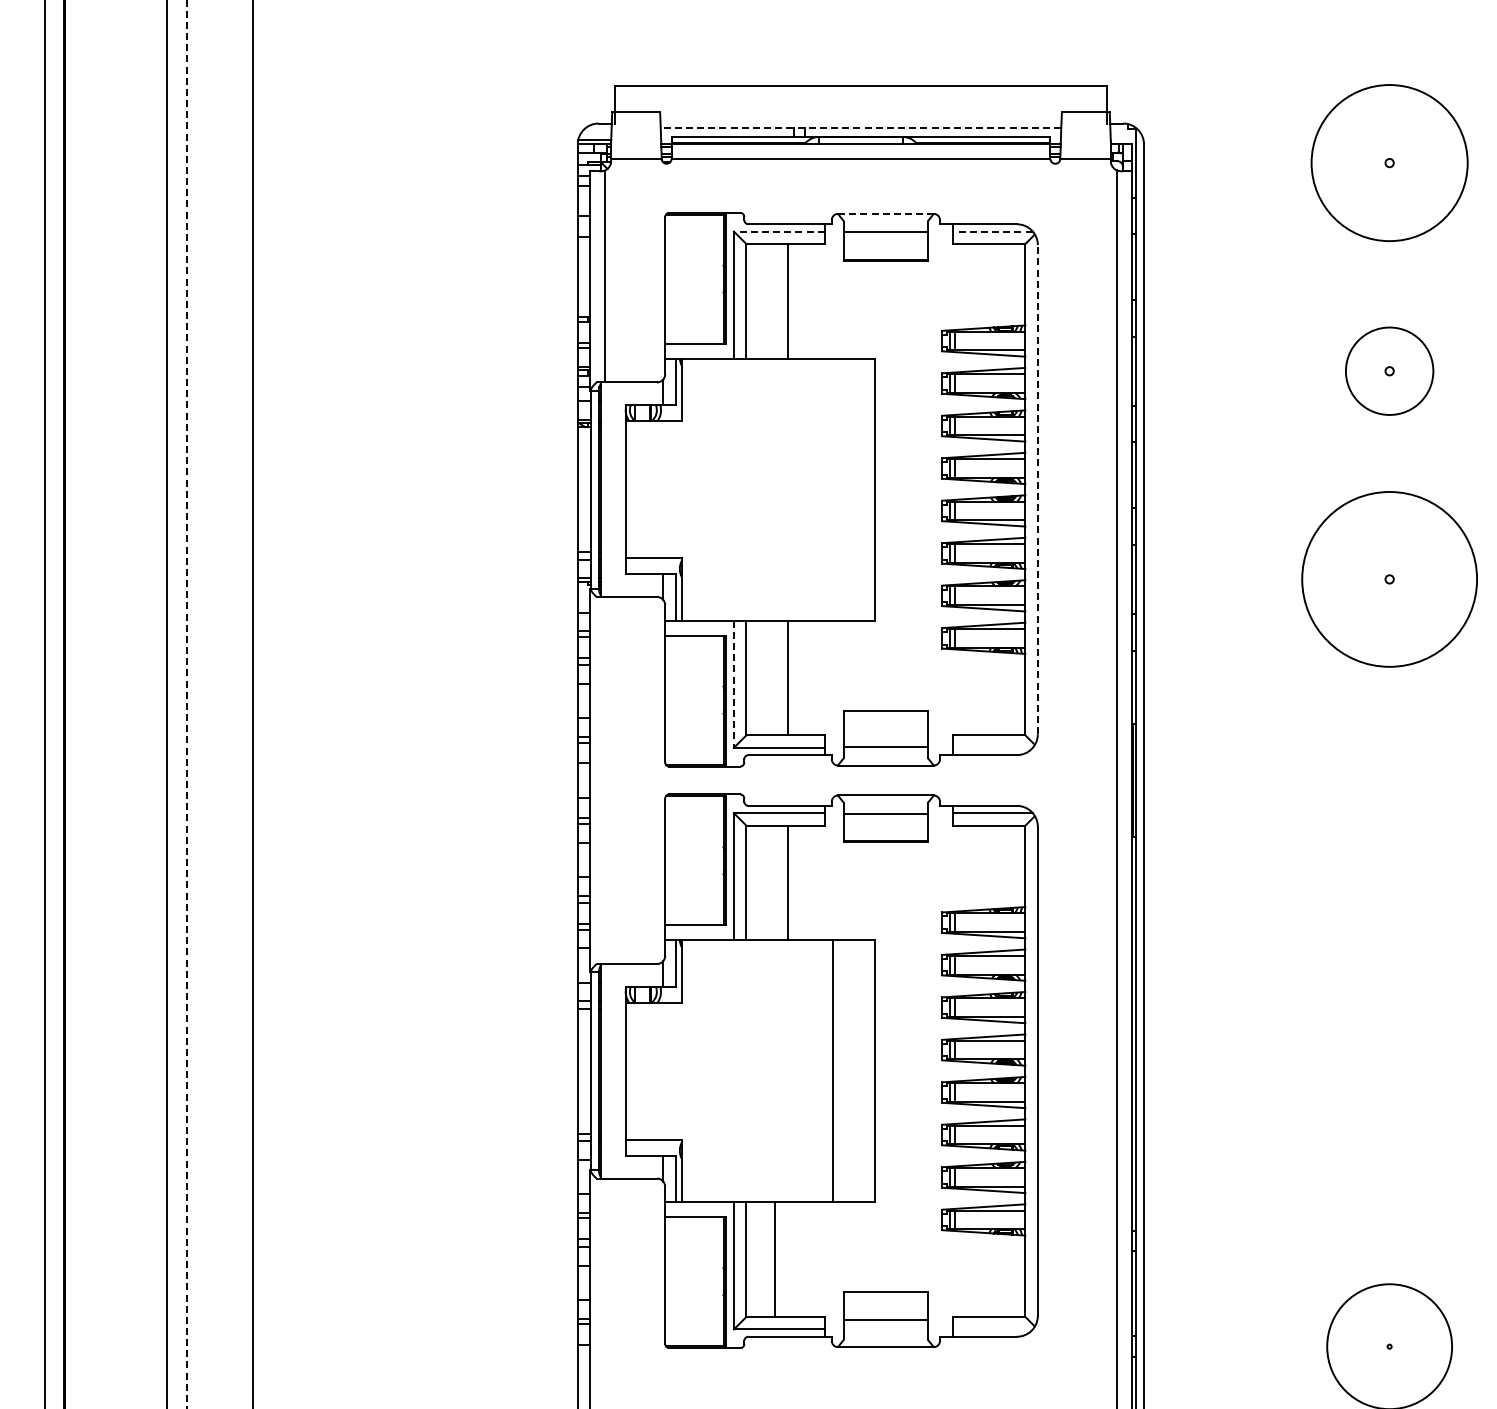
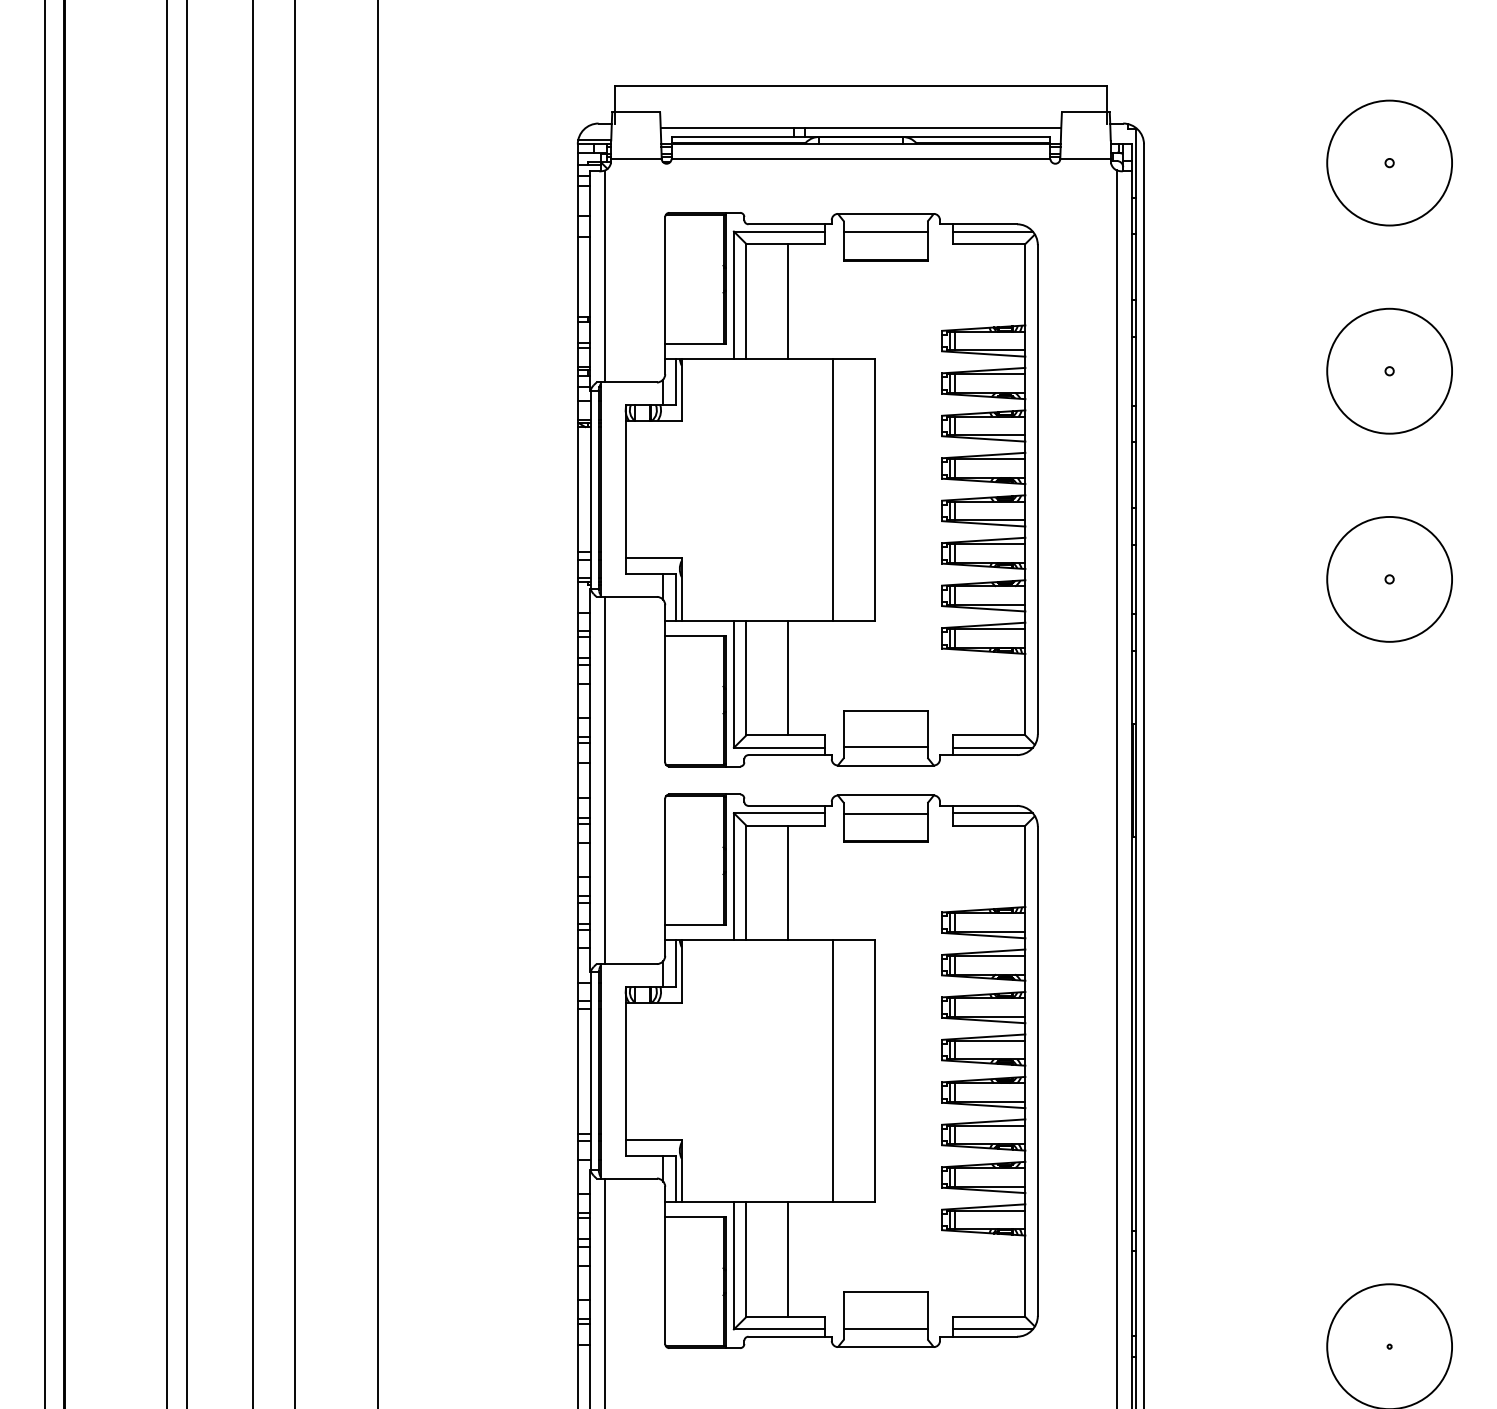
line at (860, 127): dashed -> solid
circle at (1389, 163) diameter: 156 px -> 125 px
line at (885, 213): dashed -> solid
line at (778, 231): dashed -> solid
line at (992, 231): dashed -> solid
circle at (1389, 370) diameter: 87 px -> 125 px
line at (833, 489): none -> present
line at (1037, 489): dashed -> solid
circle at (1389, 578) diameter: 175 px -> 125 px
line at (733, 684): dashed -> solid
line at (294, 703): none -> present
line at (377, 703): none -> present
line at (186, 704): dashed -> solid
line at (992, 747): none -> present
line at (604, 780): none -> present
line at (775, 1259) position: (775, 1259) -> (788, 1259)
line at (604, 1291): none -> present
line at (885, 1319) position: (885, 1319) -> (885, 1328)
line at (992, 1329): none -> present
